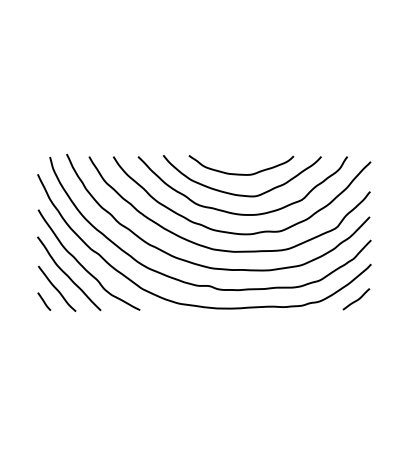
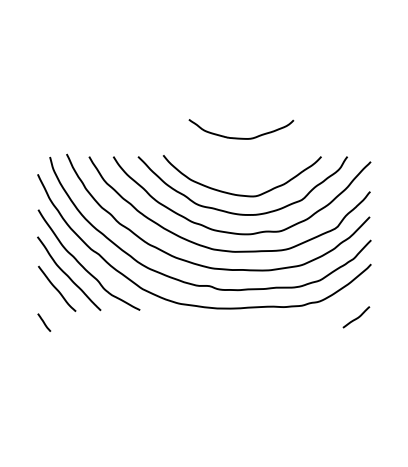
curve at (241, 173) position: (241, 173) -> (241, 137)
curve at (356, 299) position: (356, 299) -> (356, 317)
line at (44, 301) position: (44, 301) -> (44, 322)
